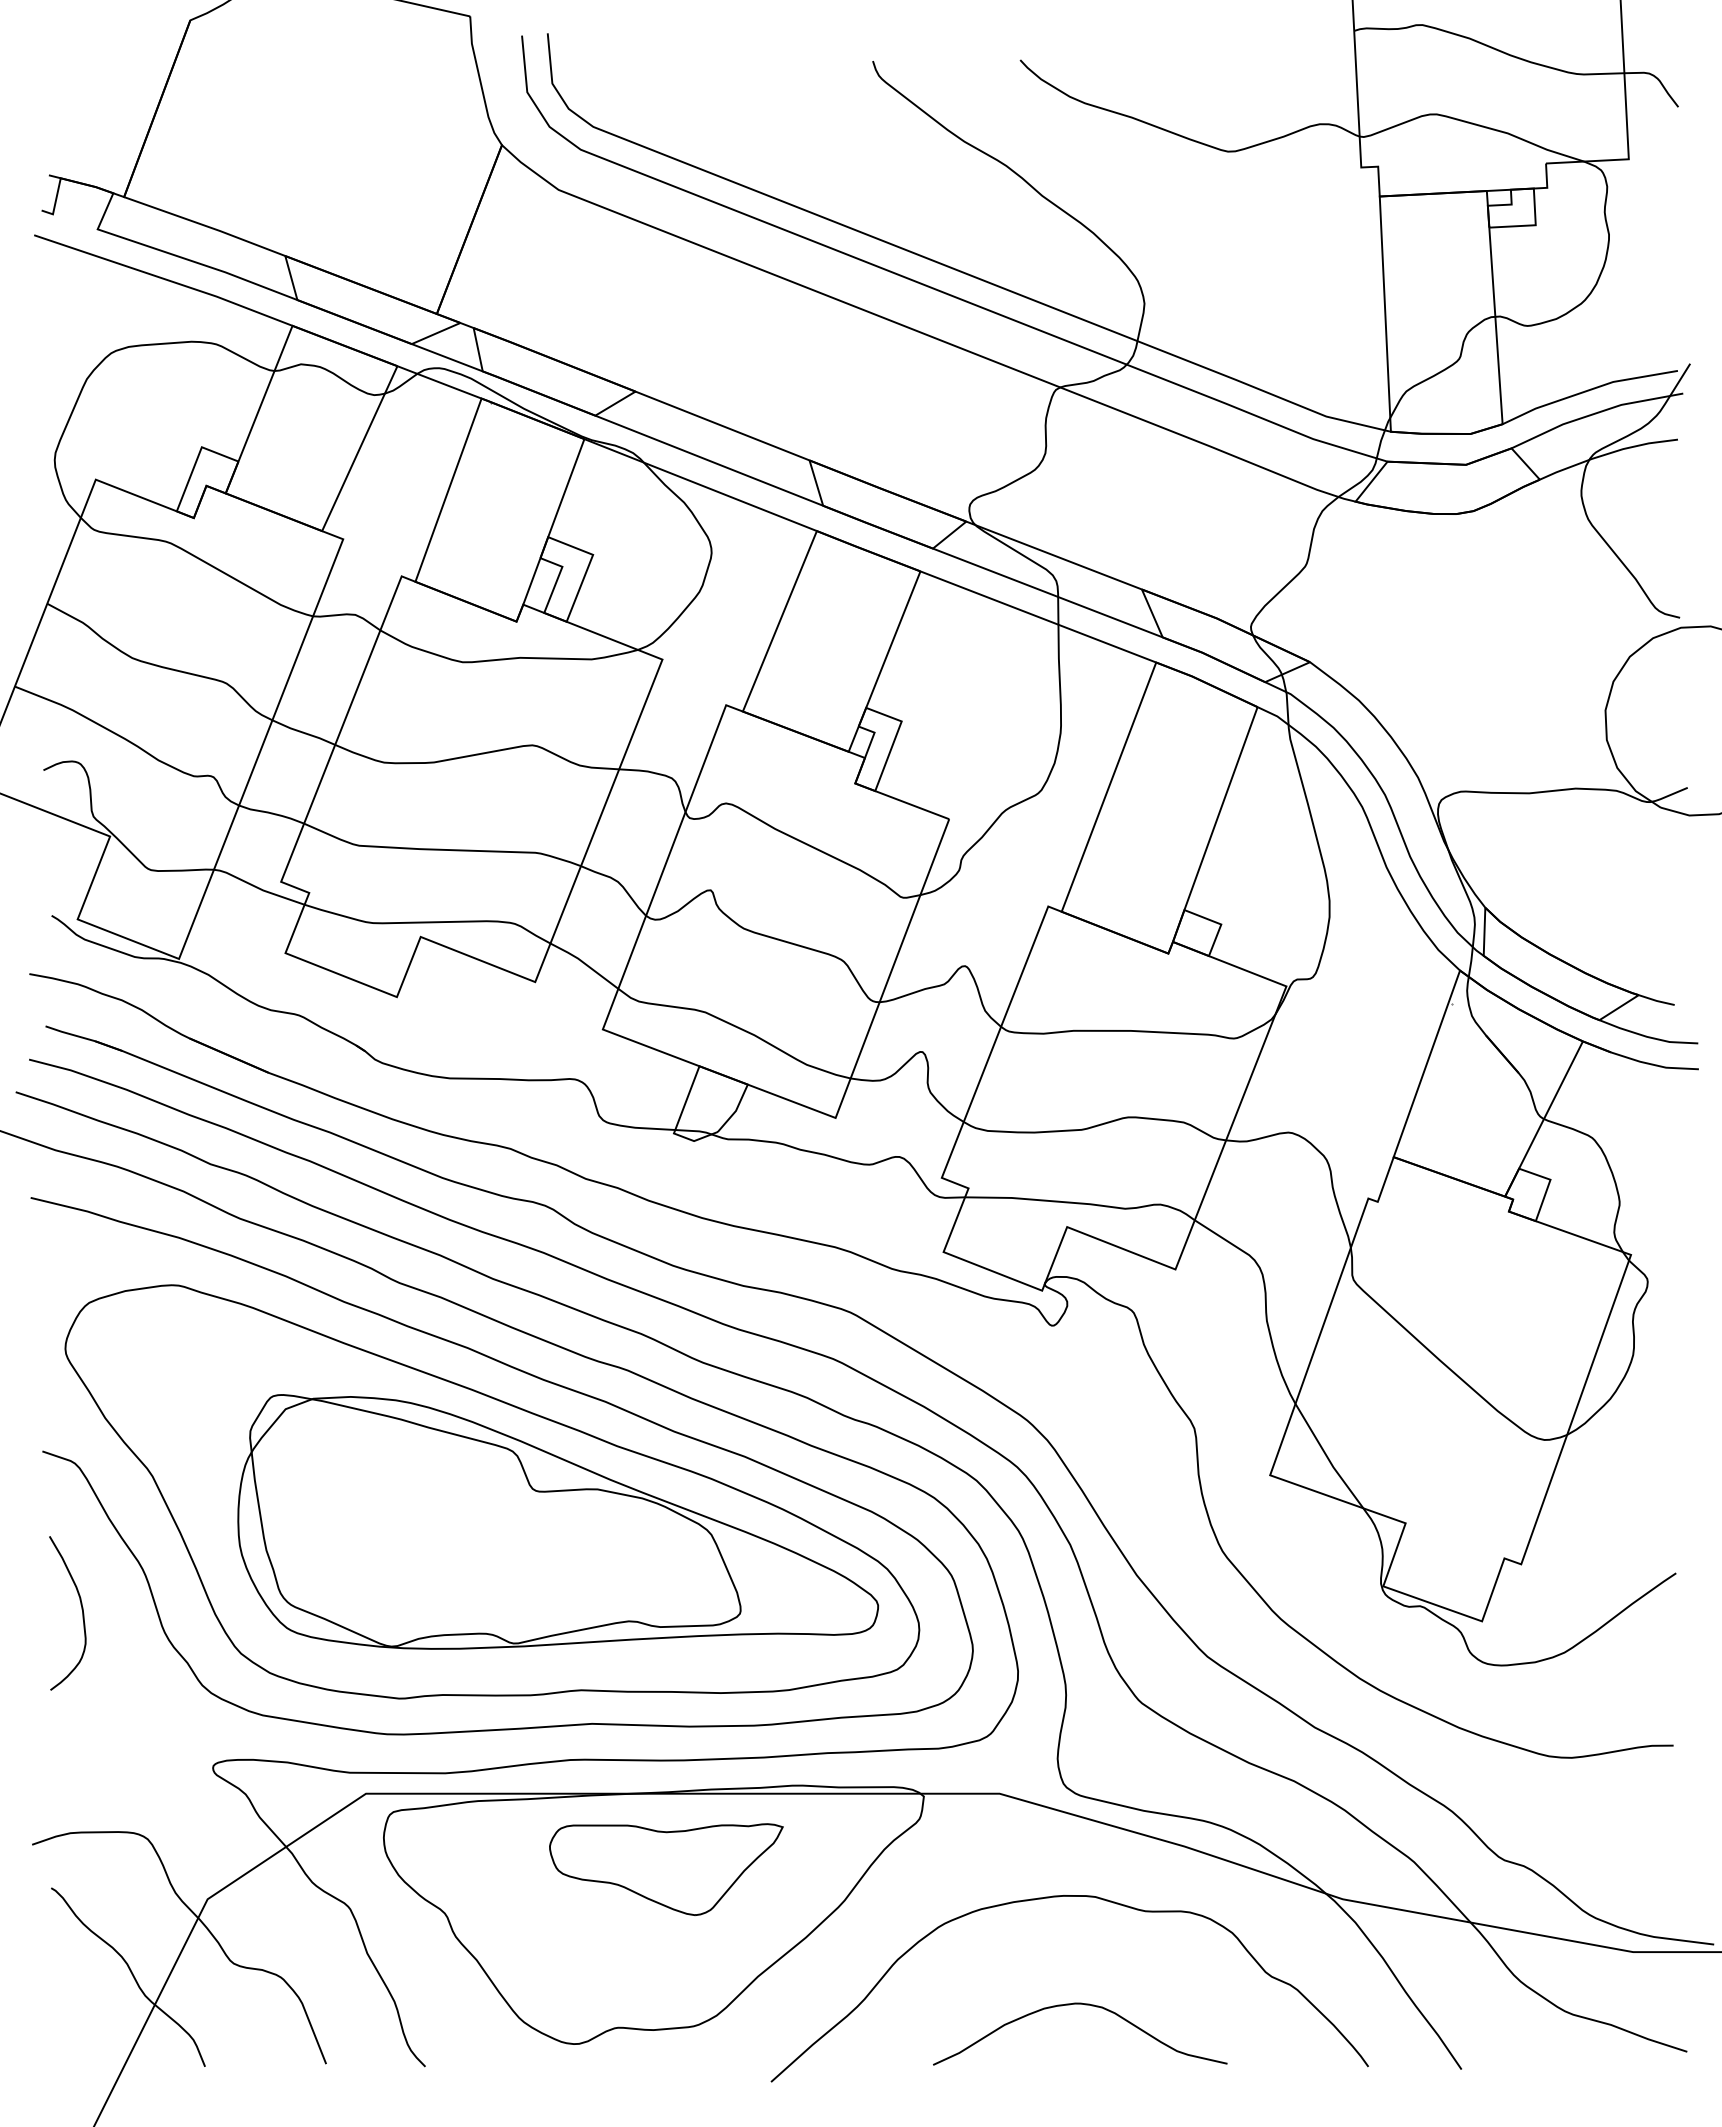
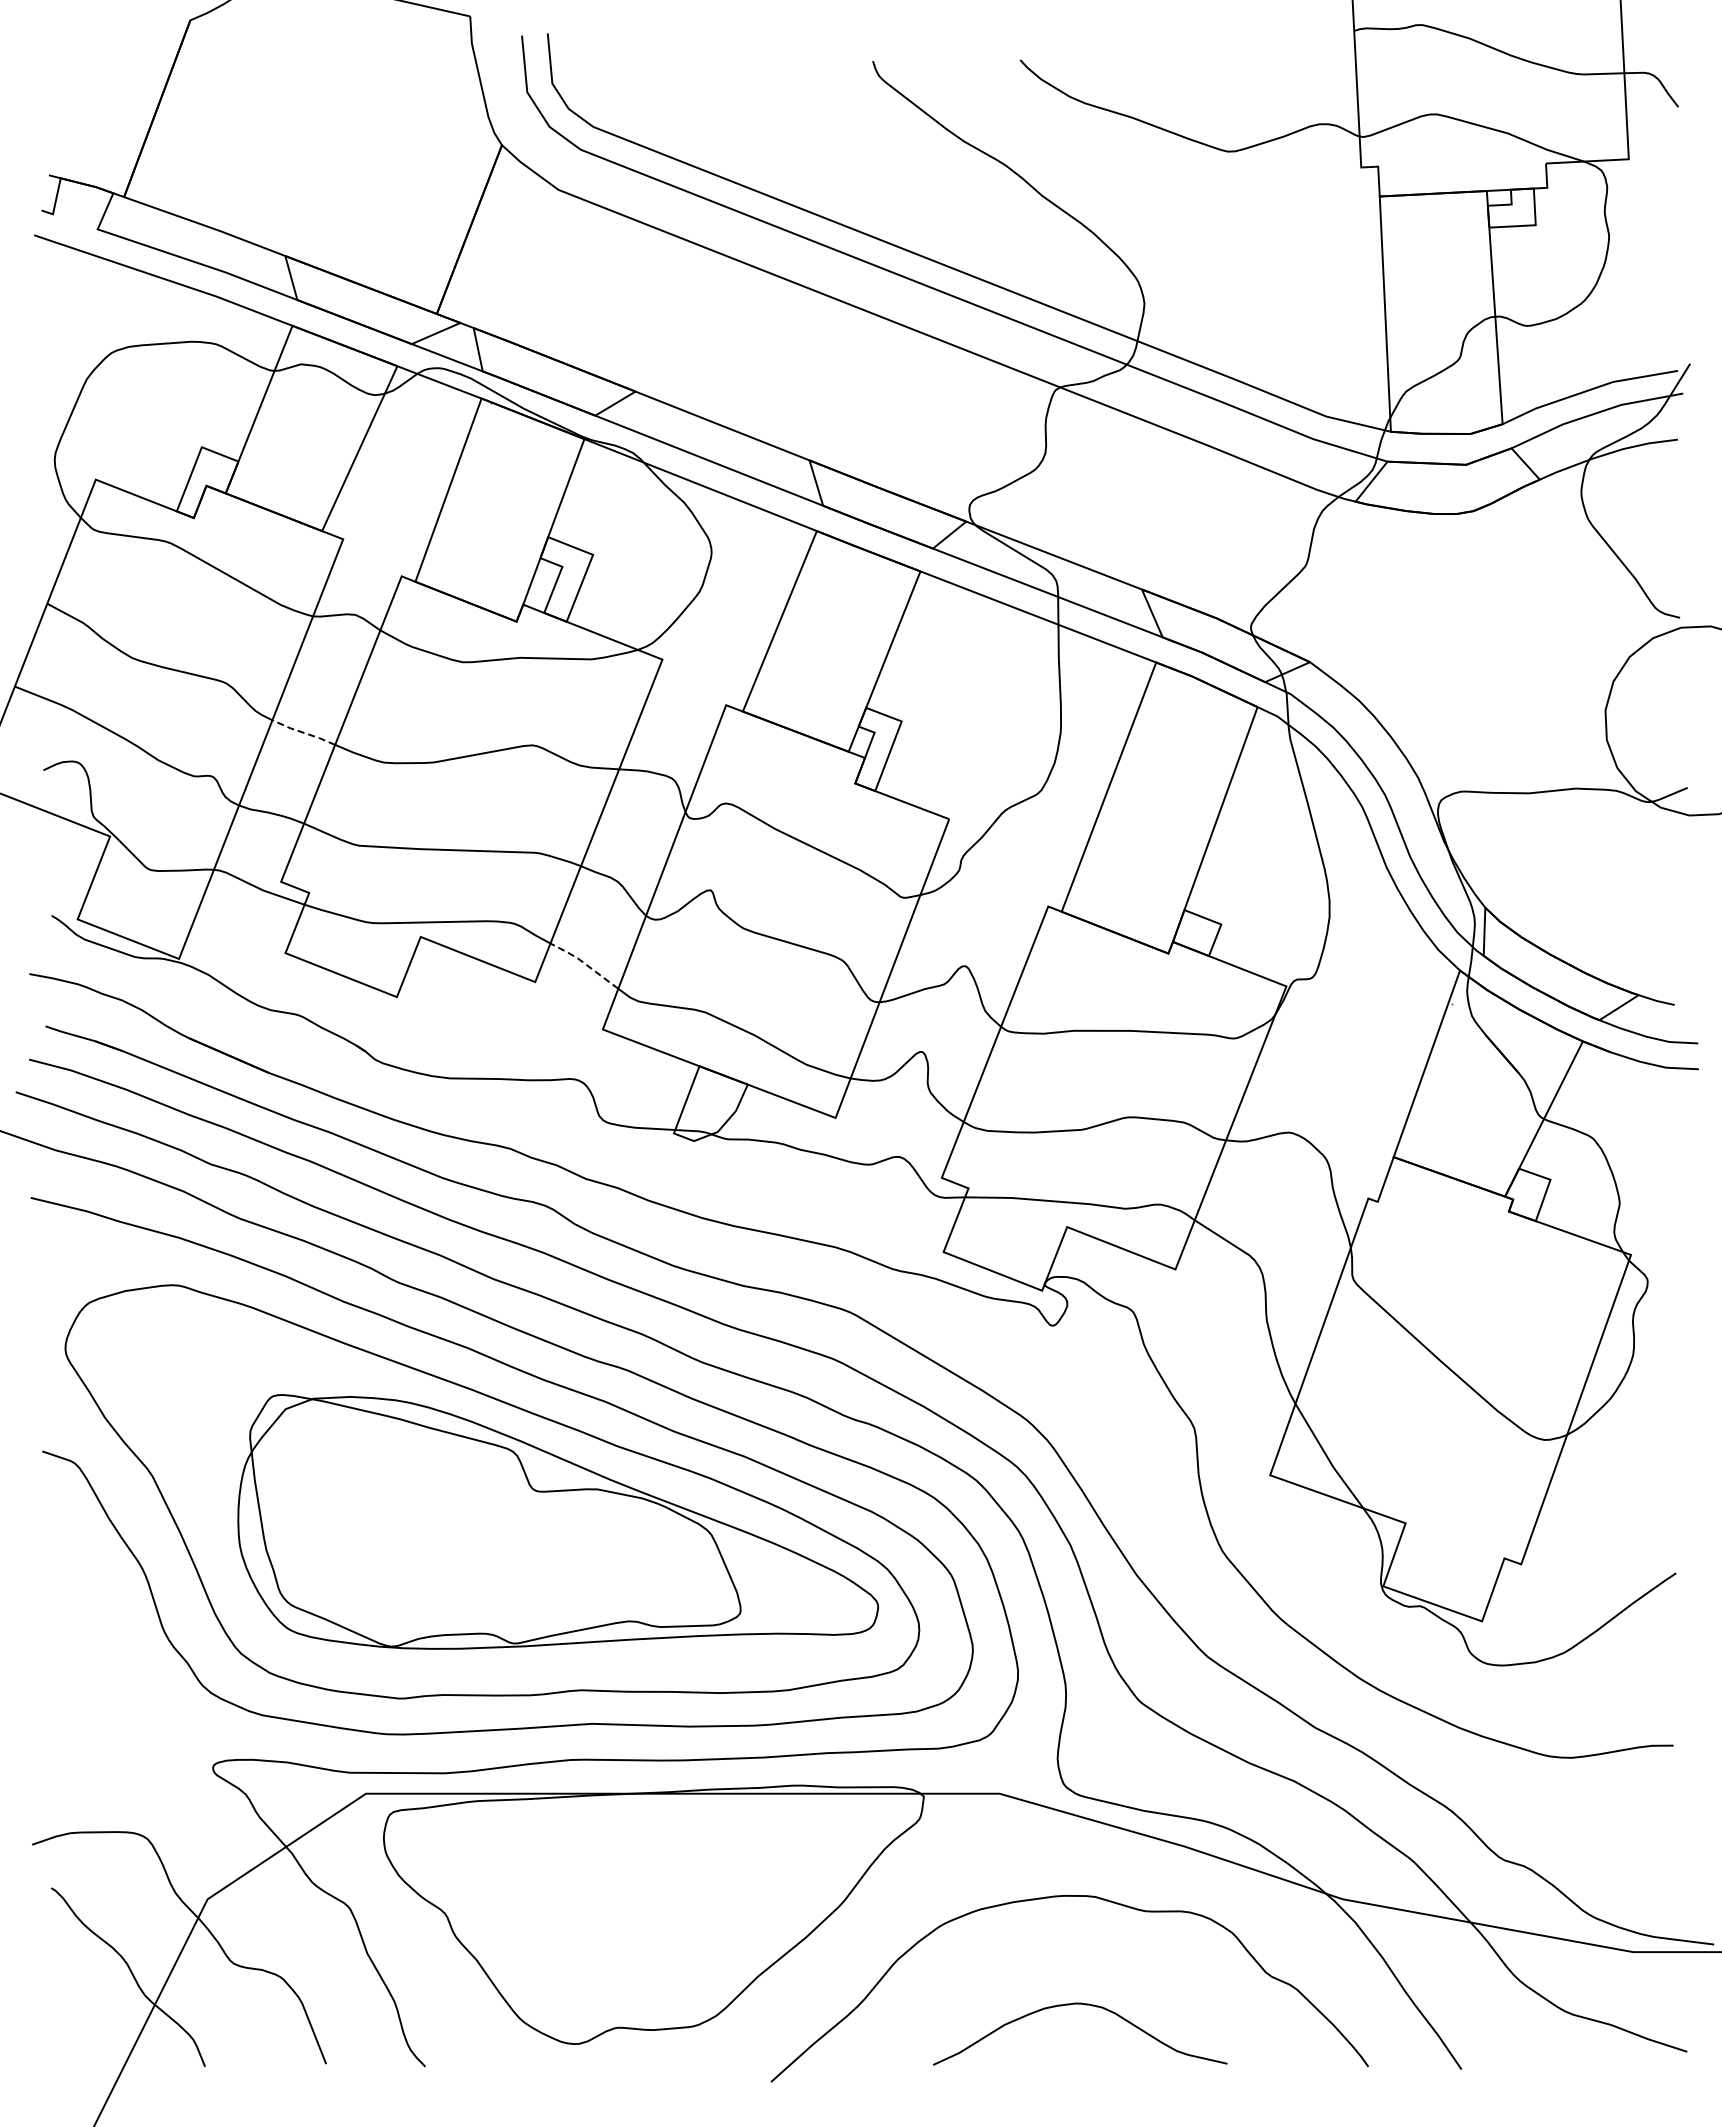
line at (303, 732): solid -> dashed
line at (584, 963): solid -> dashed
curve at (81, 1609): present -> none
part at (666, 1869): present -> none
